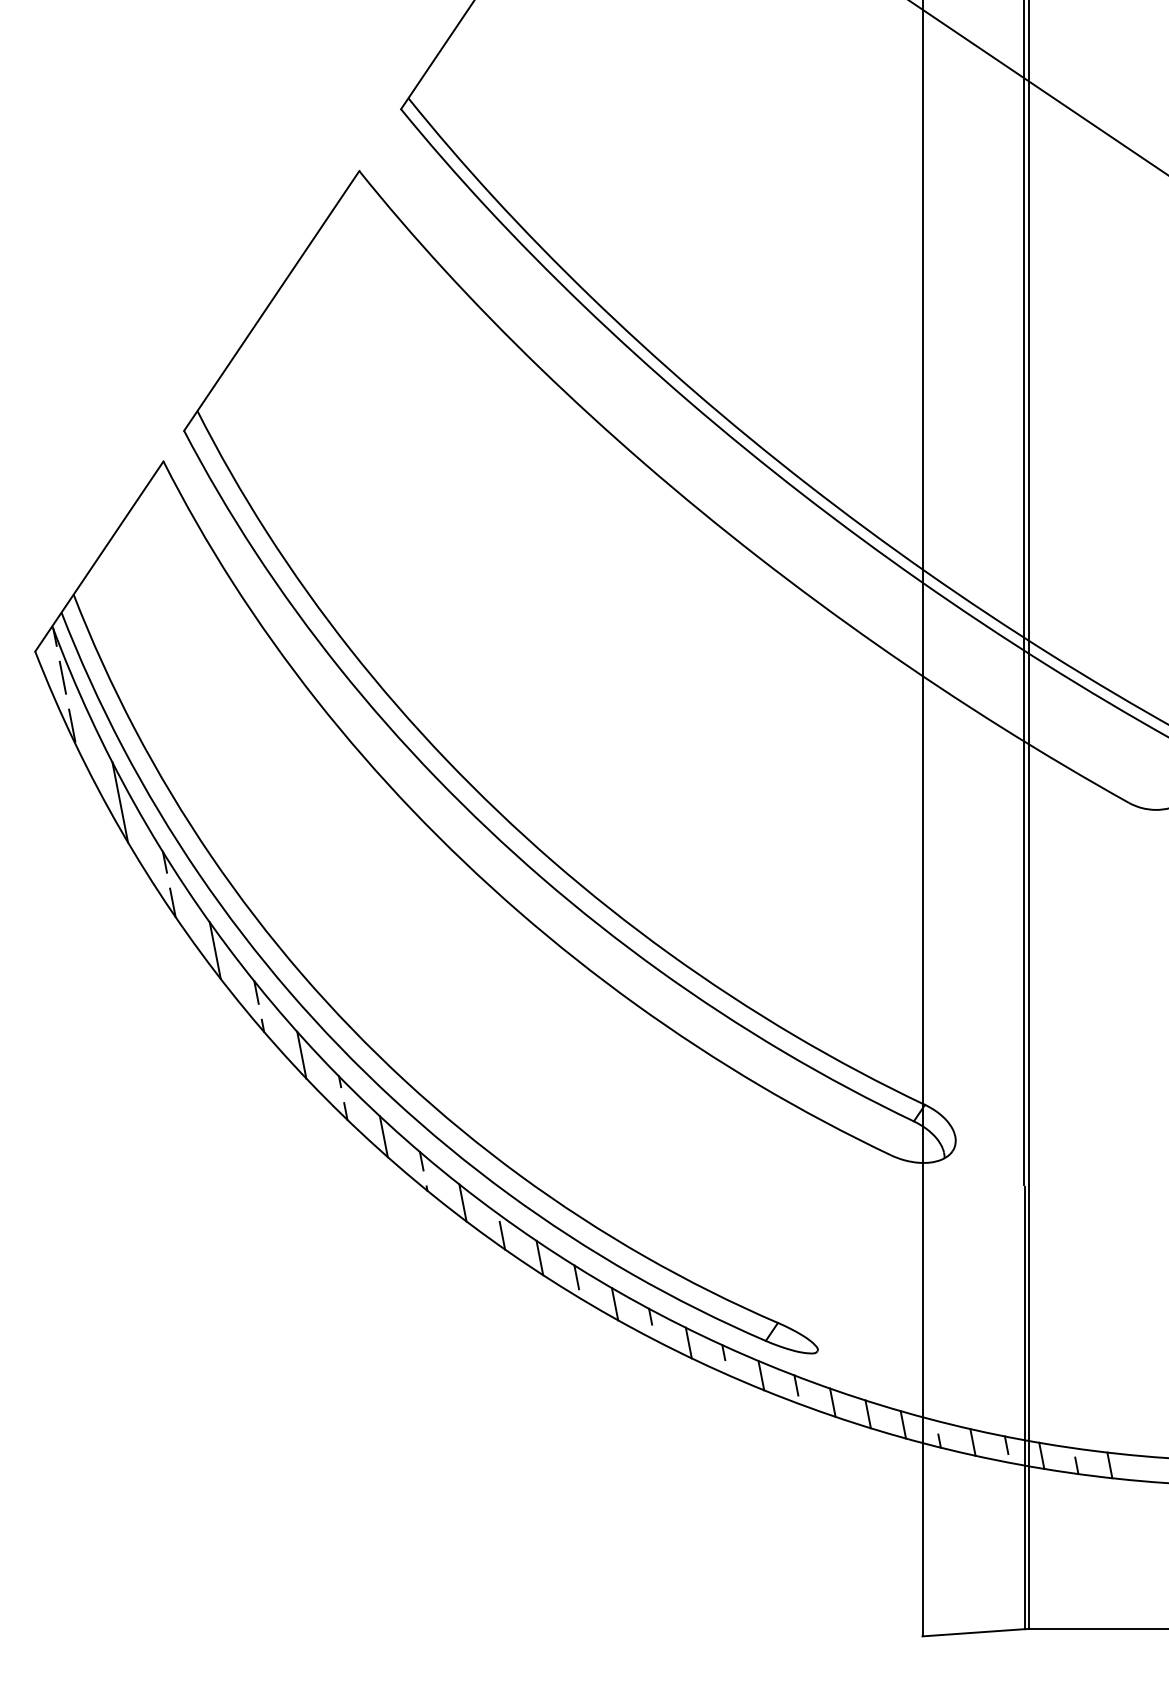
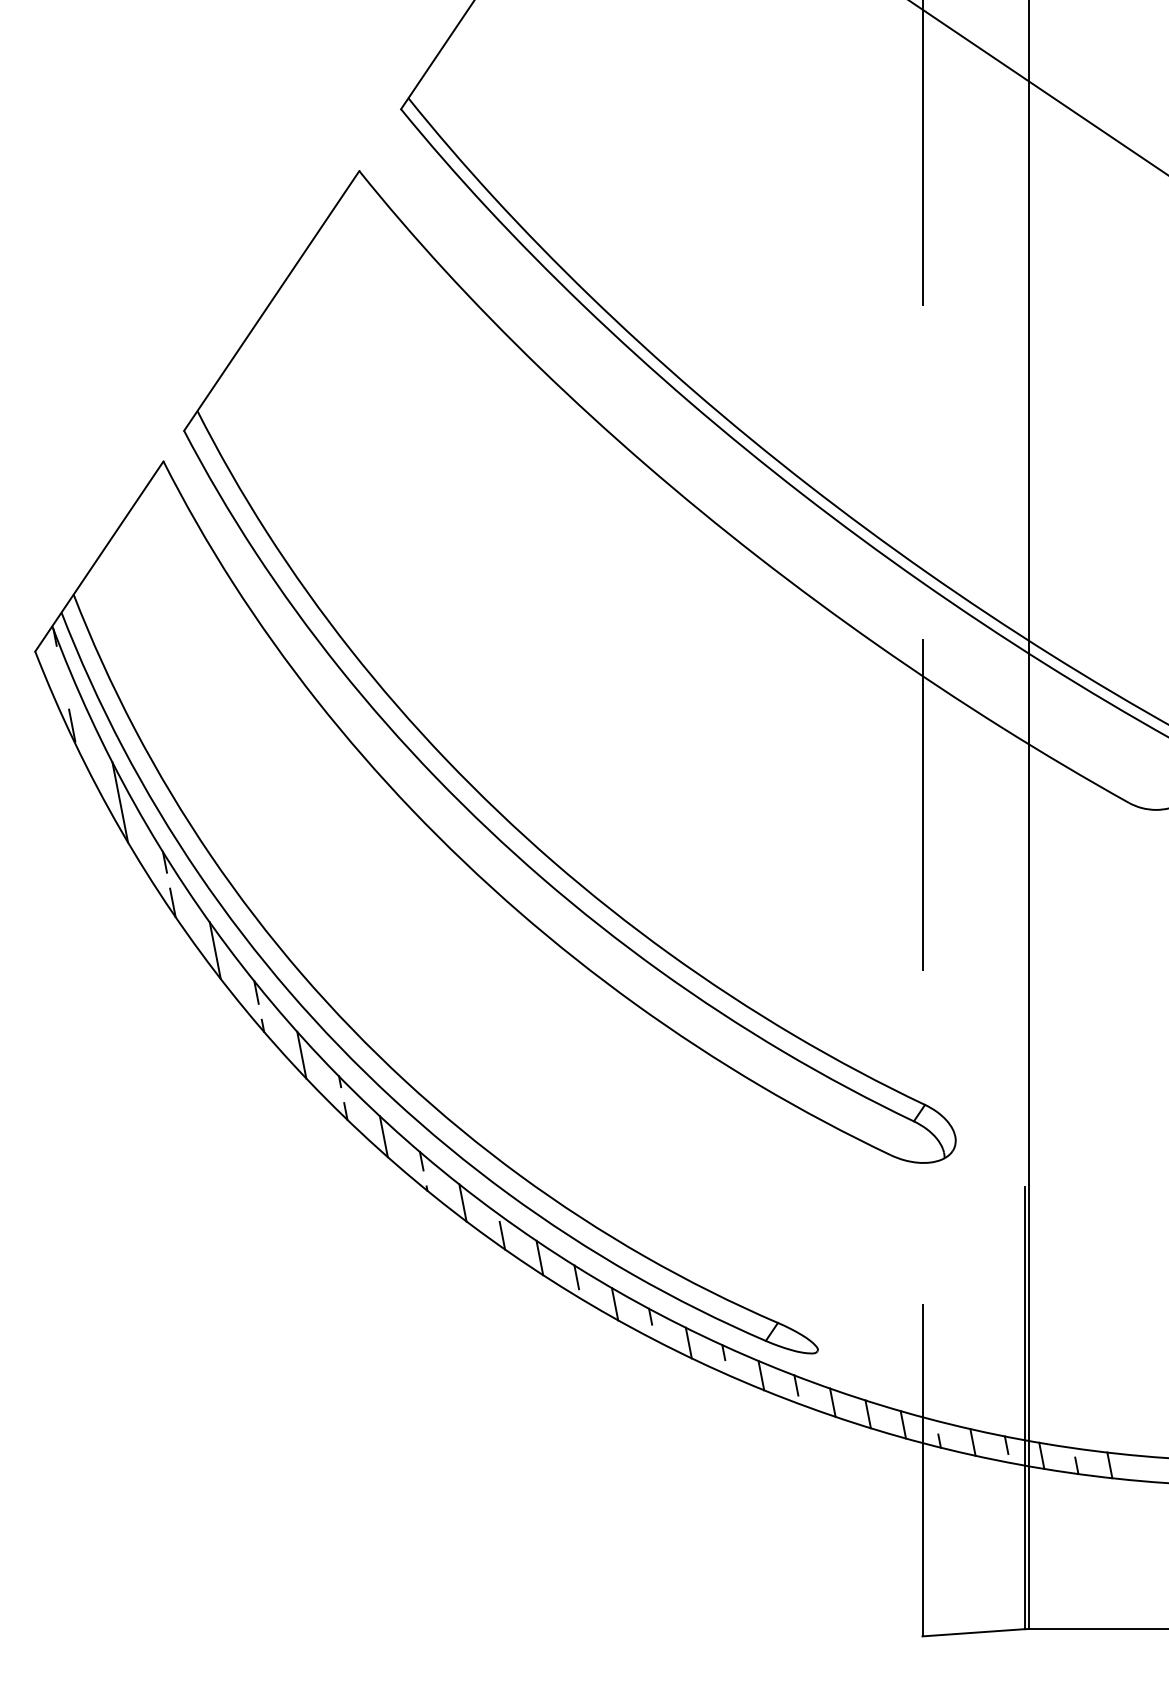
line at (1023, 593): present -> none
line at (62, 677): present -> none
line at (922, 818): solid -> dashed
